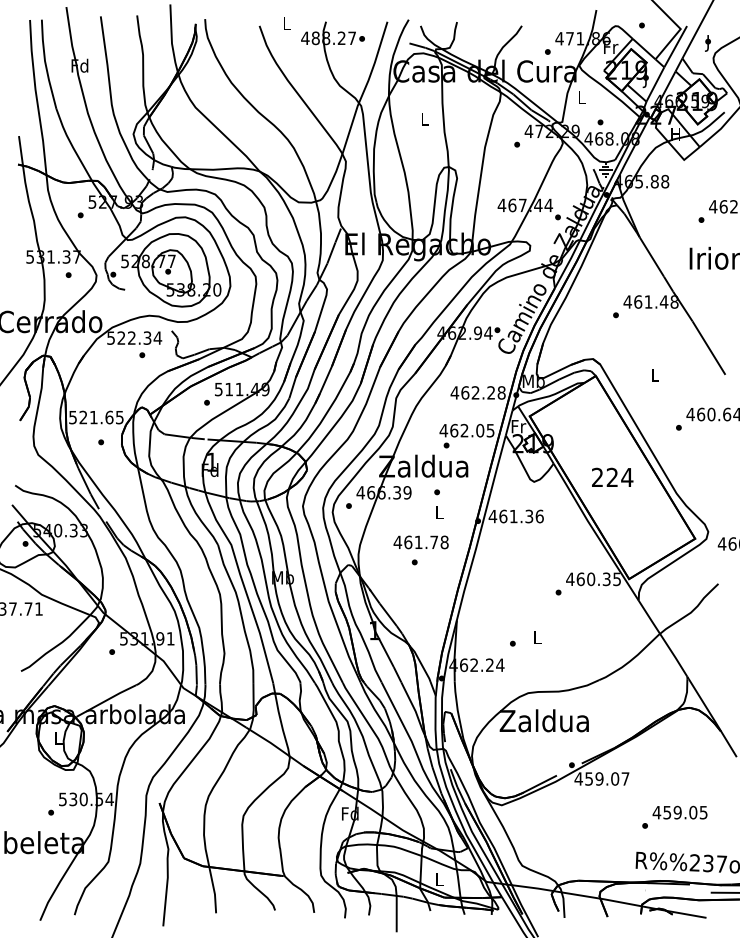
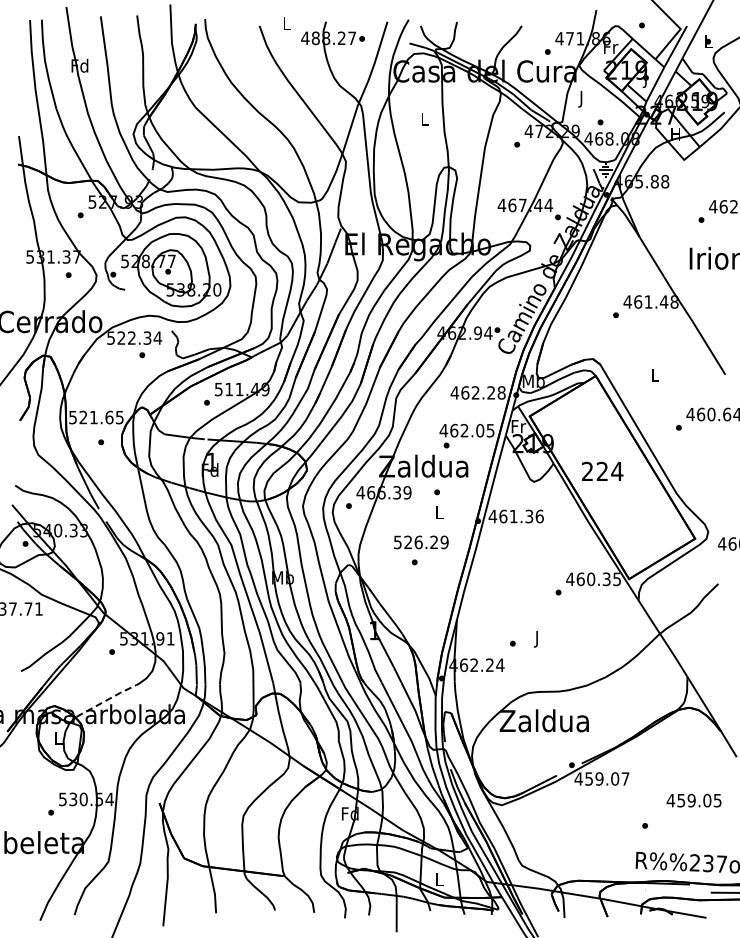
text at (708, 43): J -> L
text at (581, 98): L -> J
text at (612, 476) position: (612, 476) -> (602, 470)
text at (420, 542): 461.78 -> 526.29
text at (537, 638): L -> J
line at (107, 700): solid -> dashed
text at (679, 812) position: (679, 812) -> (693, 800)
